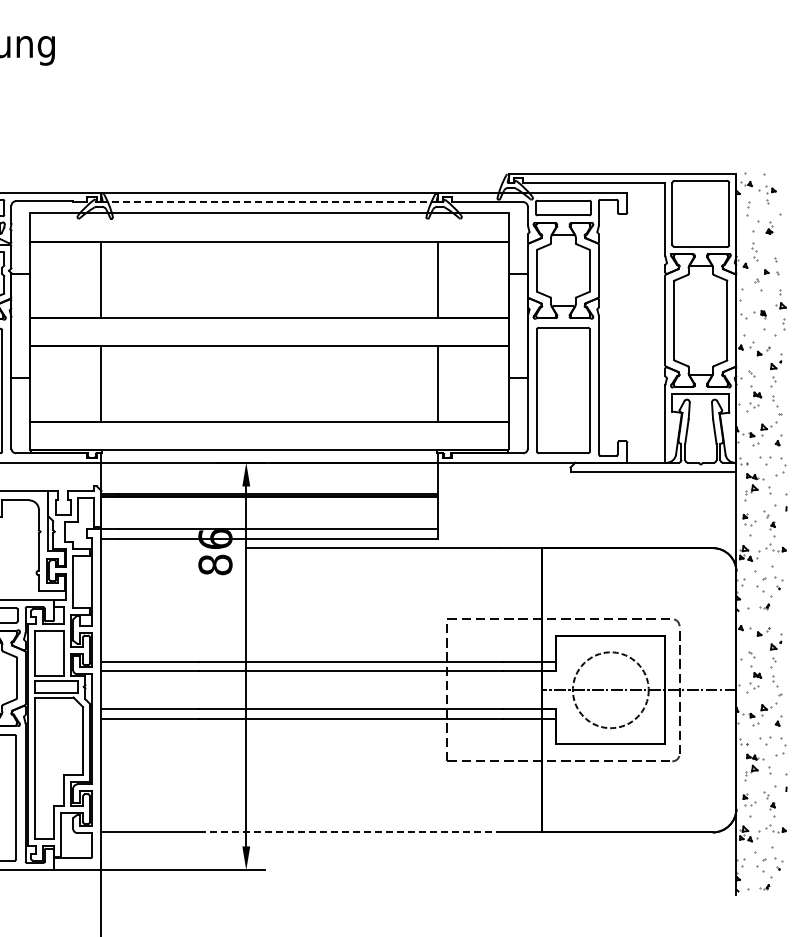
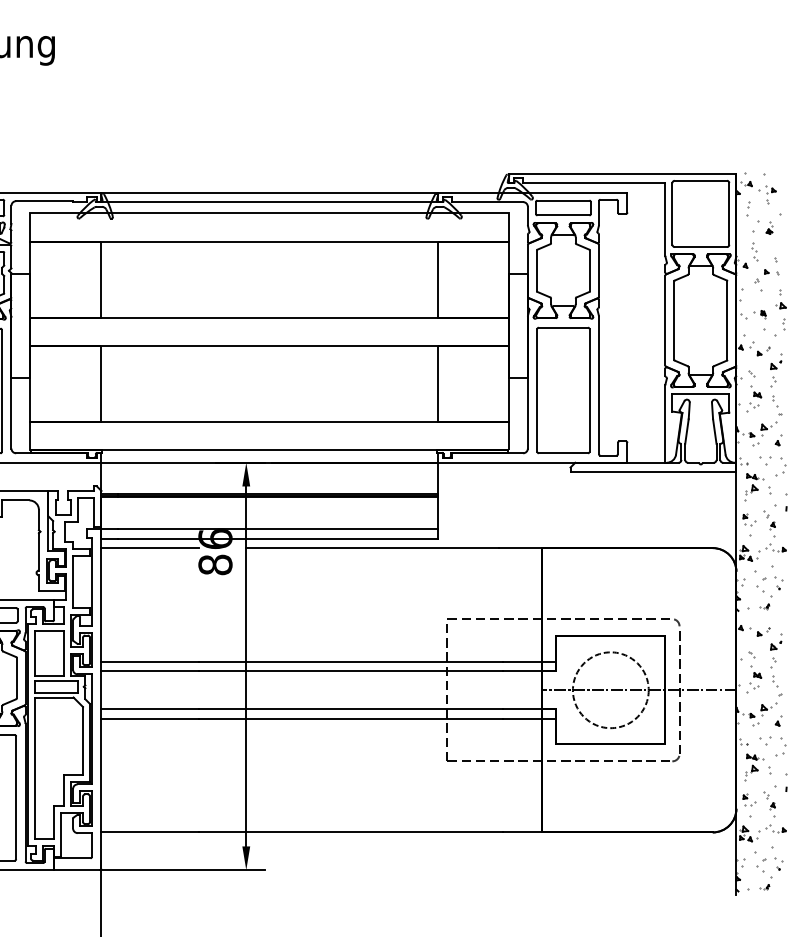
line at (269, 202): dashed -> solid
line at (149, 548): none -> present
line at (350, 832): dashed -> solid
